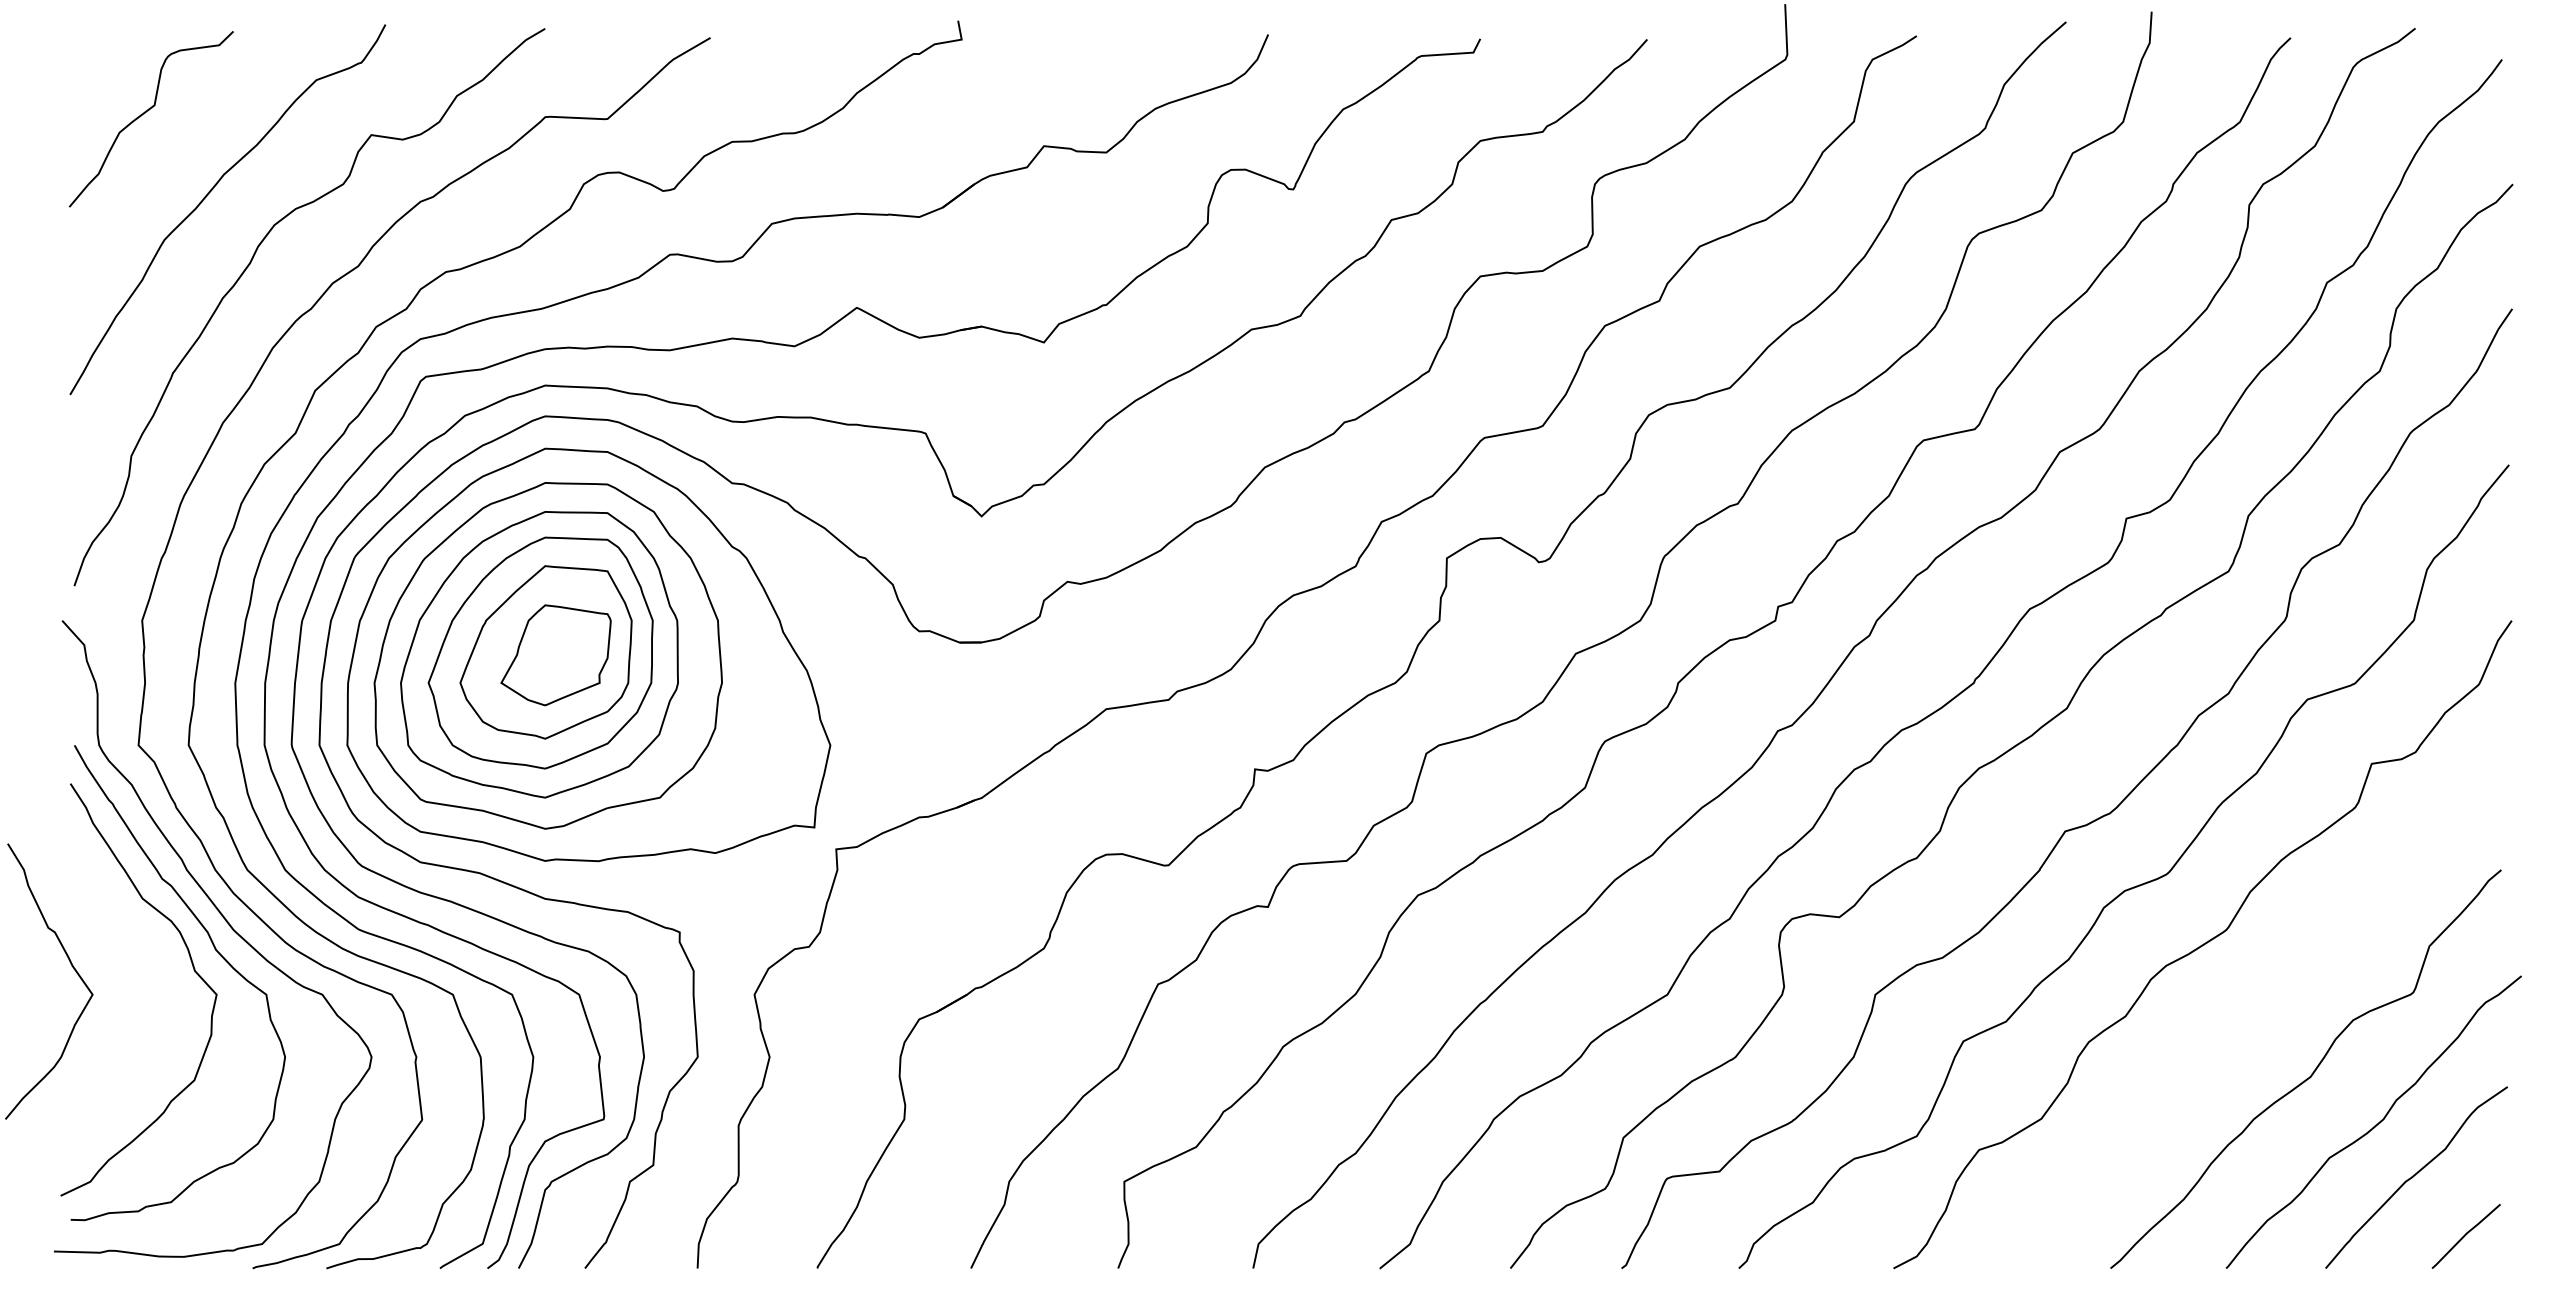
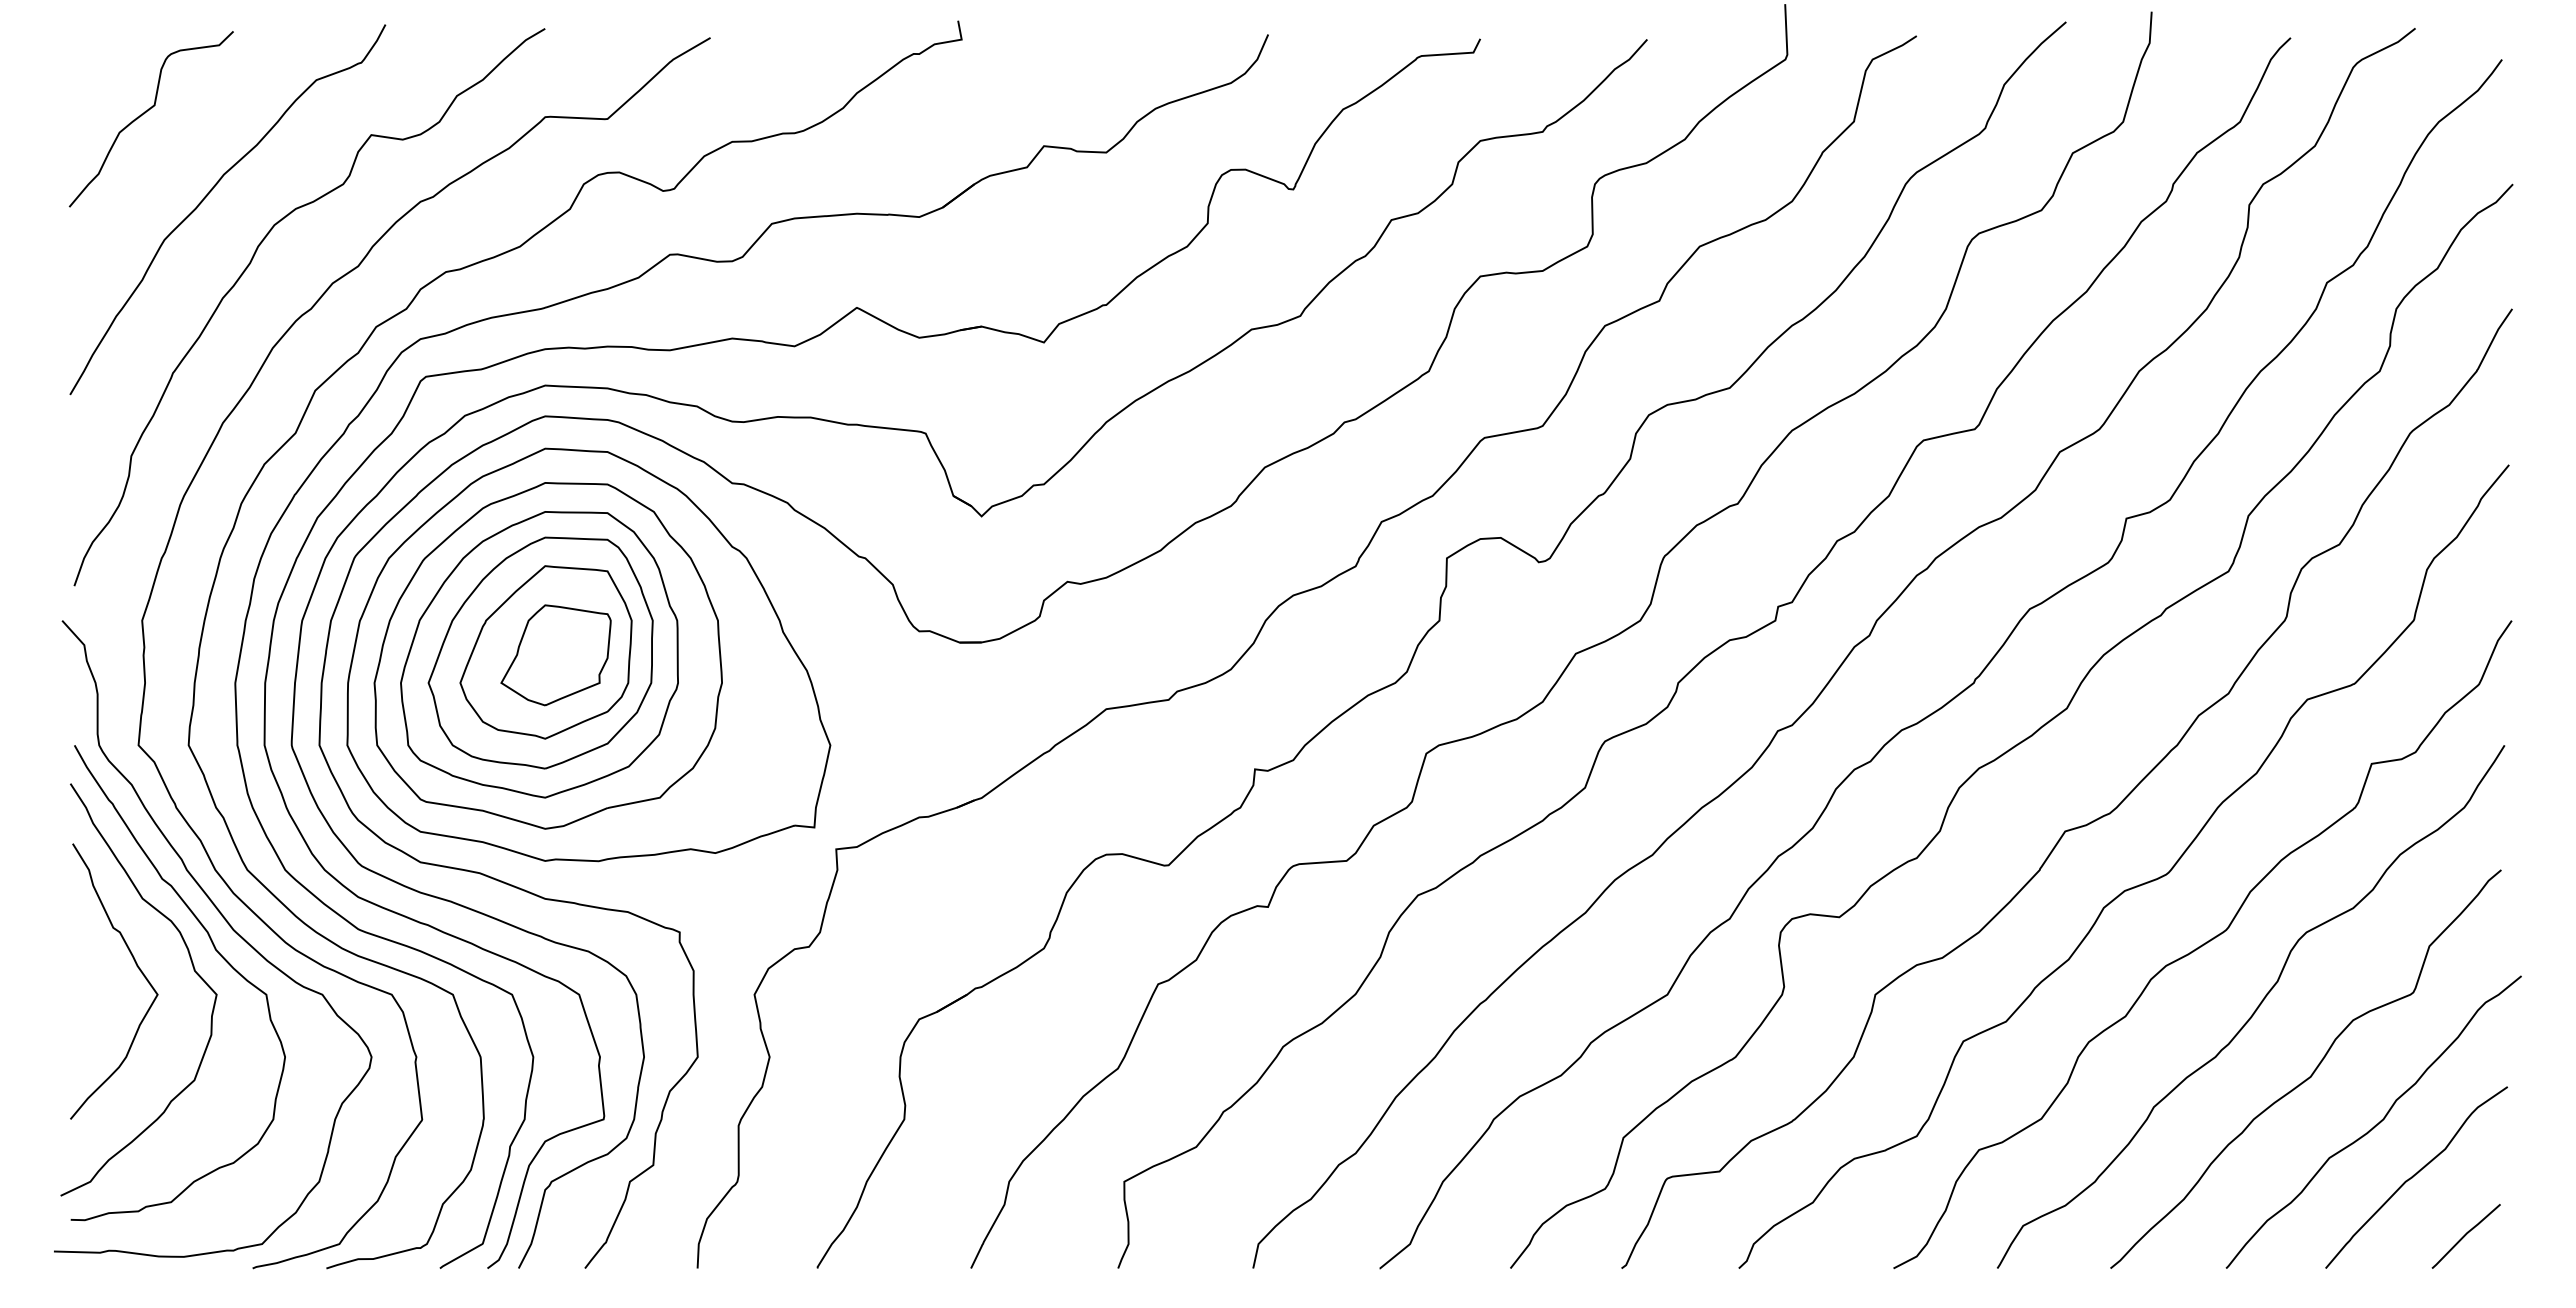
curve at (71, 966) position: (71, 966) -> (136, 966)
curve at (2255, 1009): none -> present
